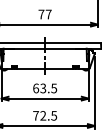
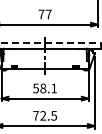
line at (51, 43): solid -> dashed
text at (45, 88): 63.5 -> 58.1
